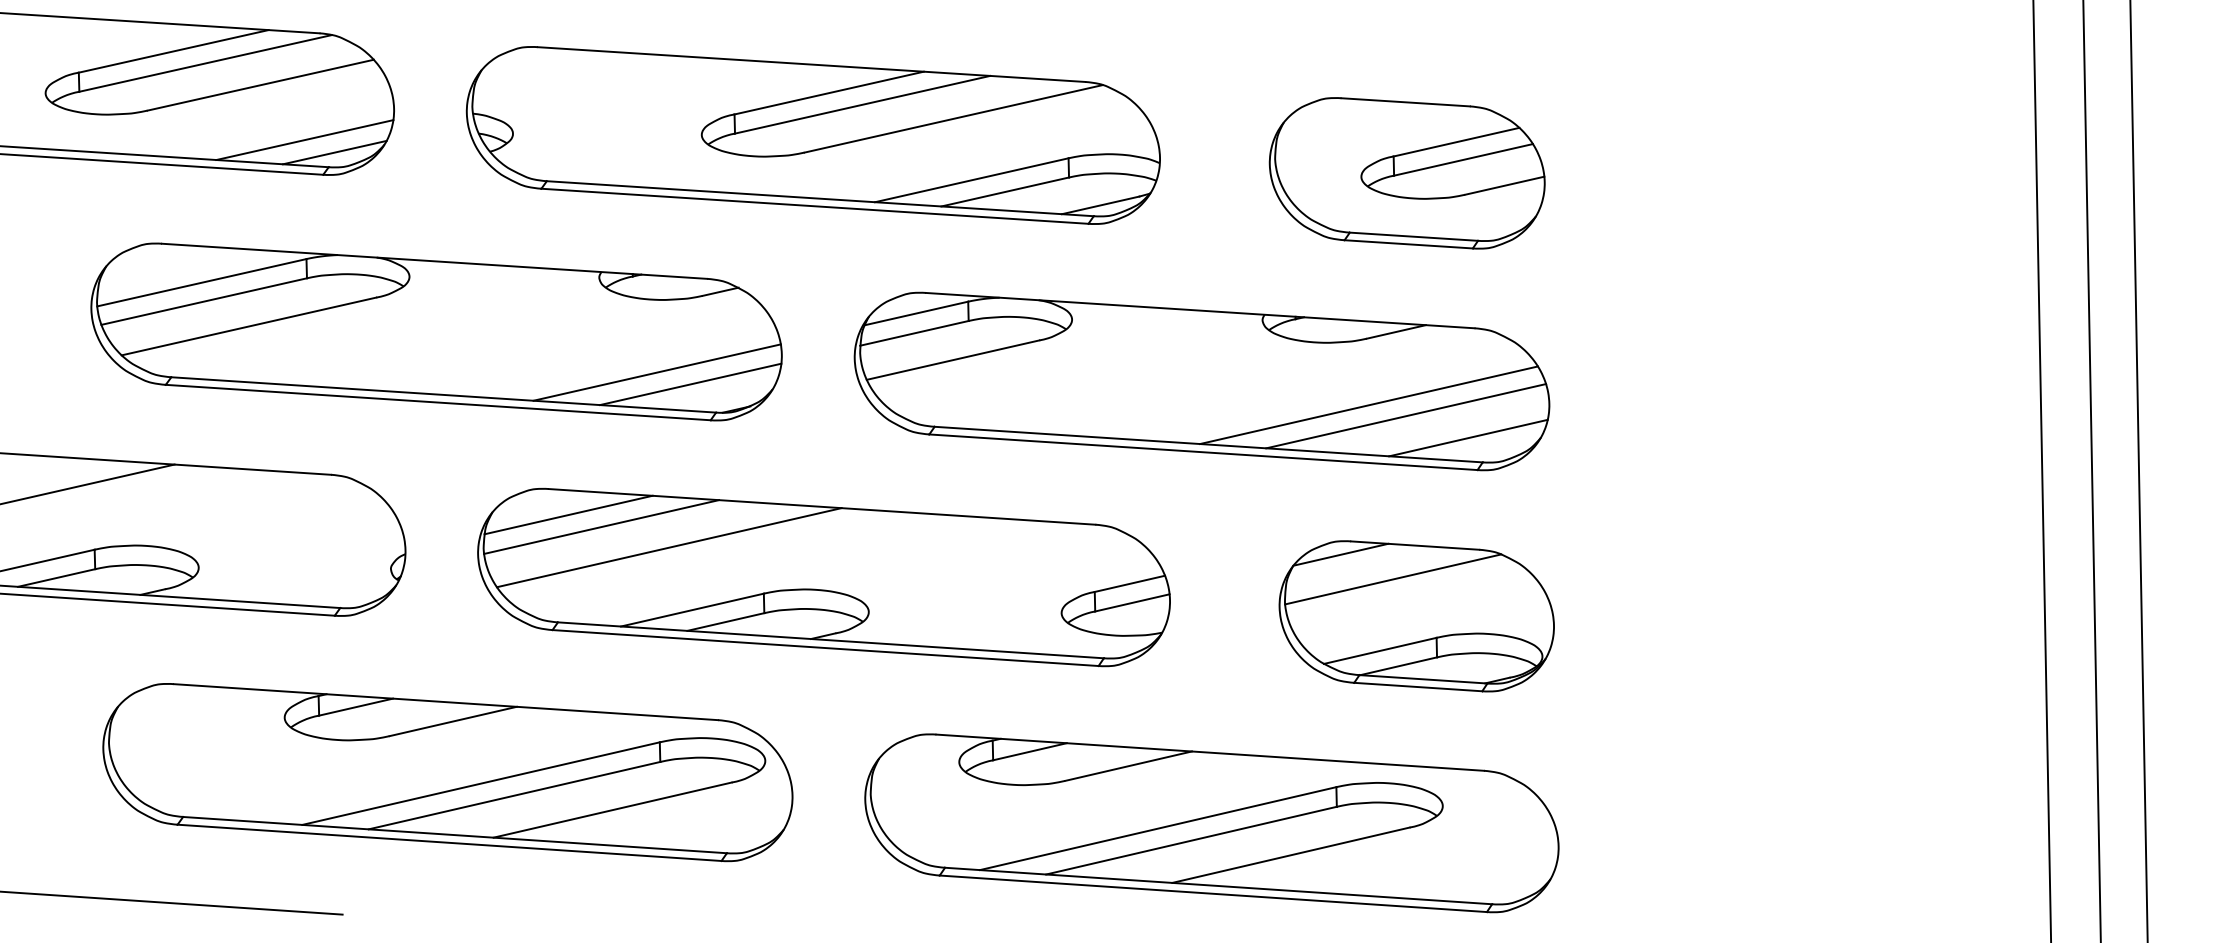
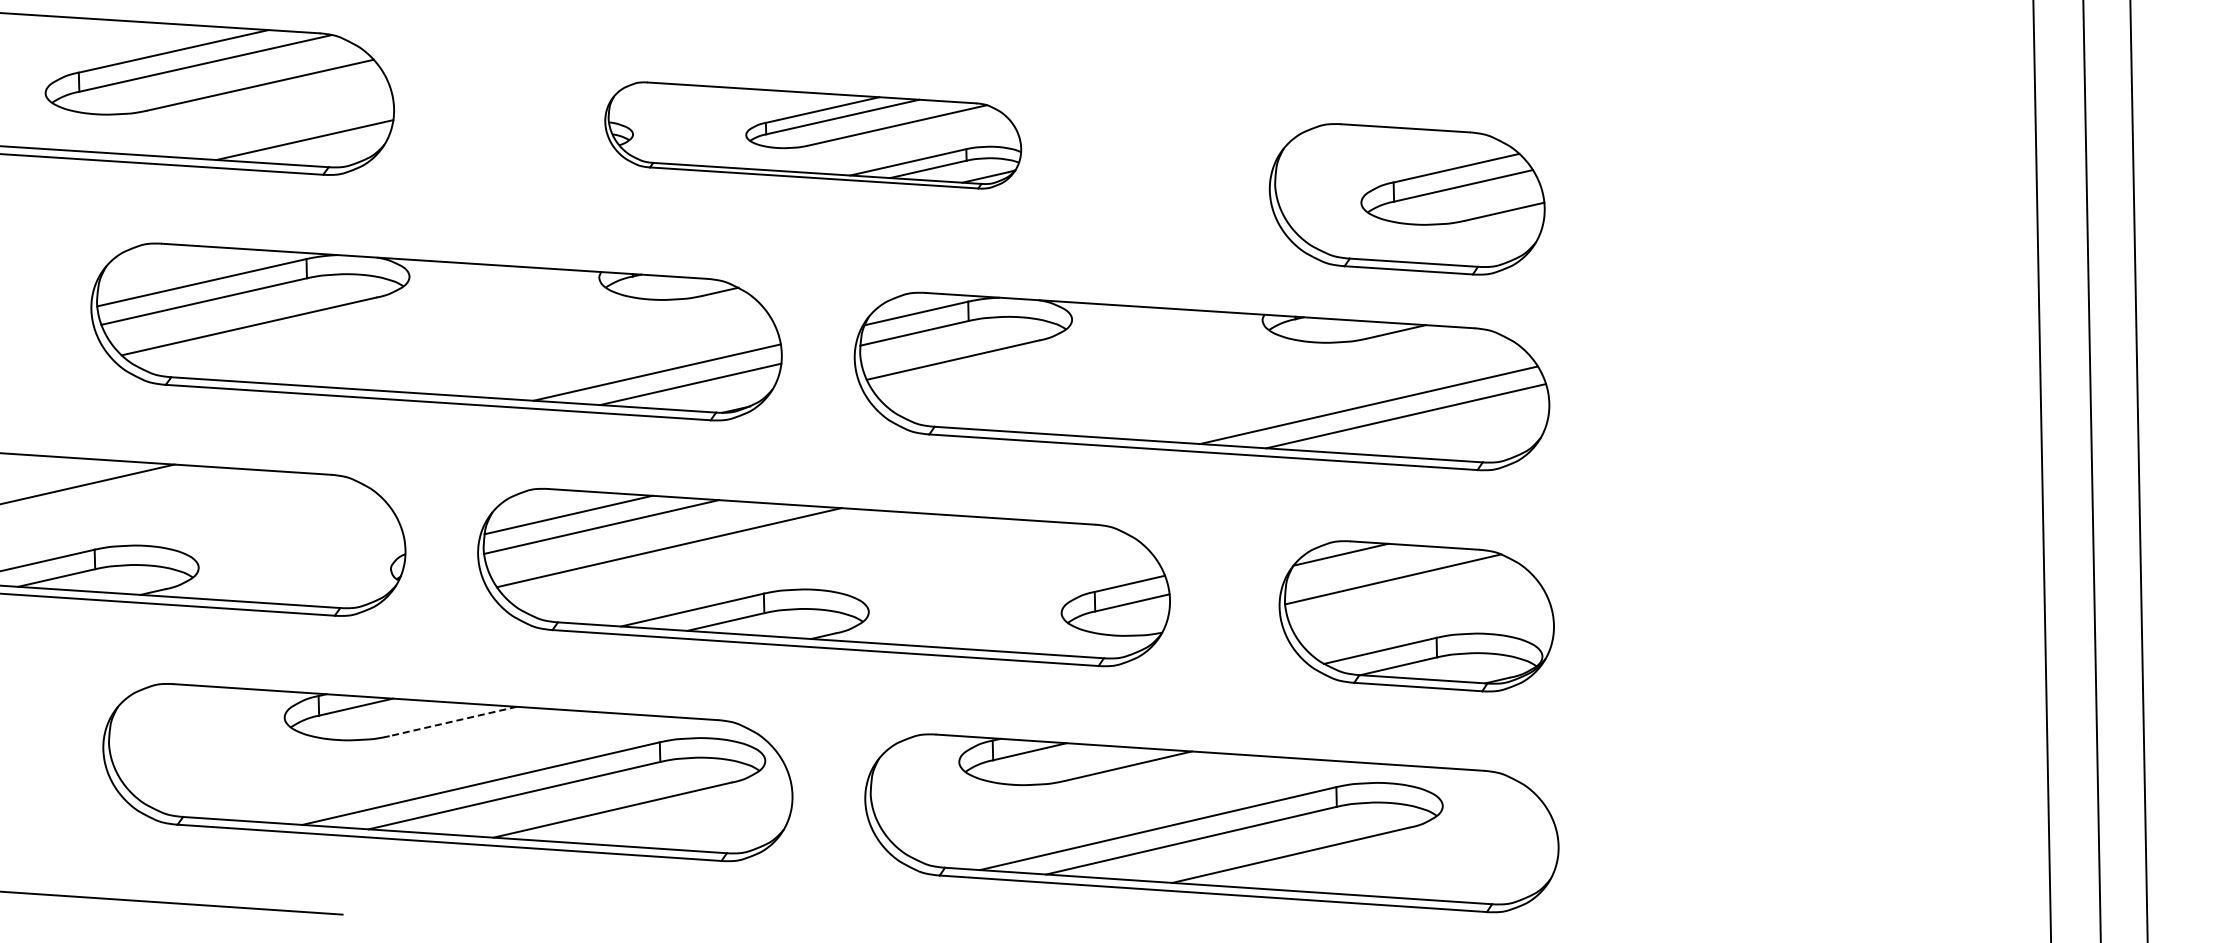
part at (812, 135) size: 696x179 px -> 419x109 px
line at (334, 152): present -> none
part at (1406, 173) position: (1406, 173) -> (1406, 199)
line at (1468, 437): present -> none
line at (452, 721): solid -> dashed
